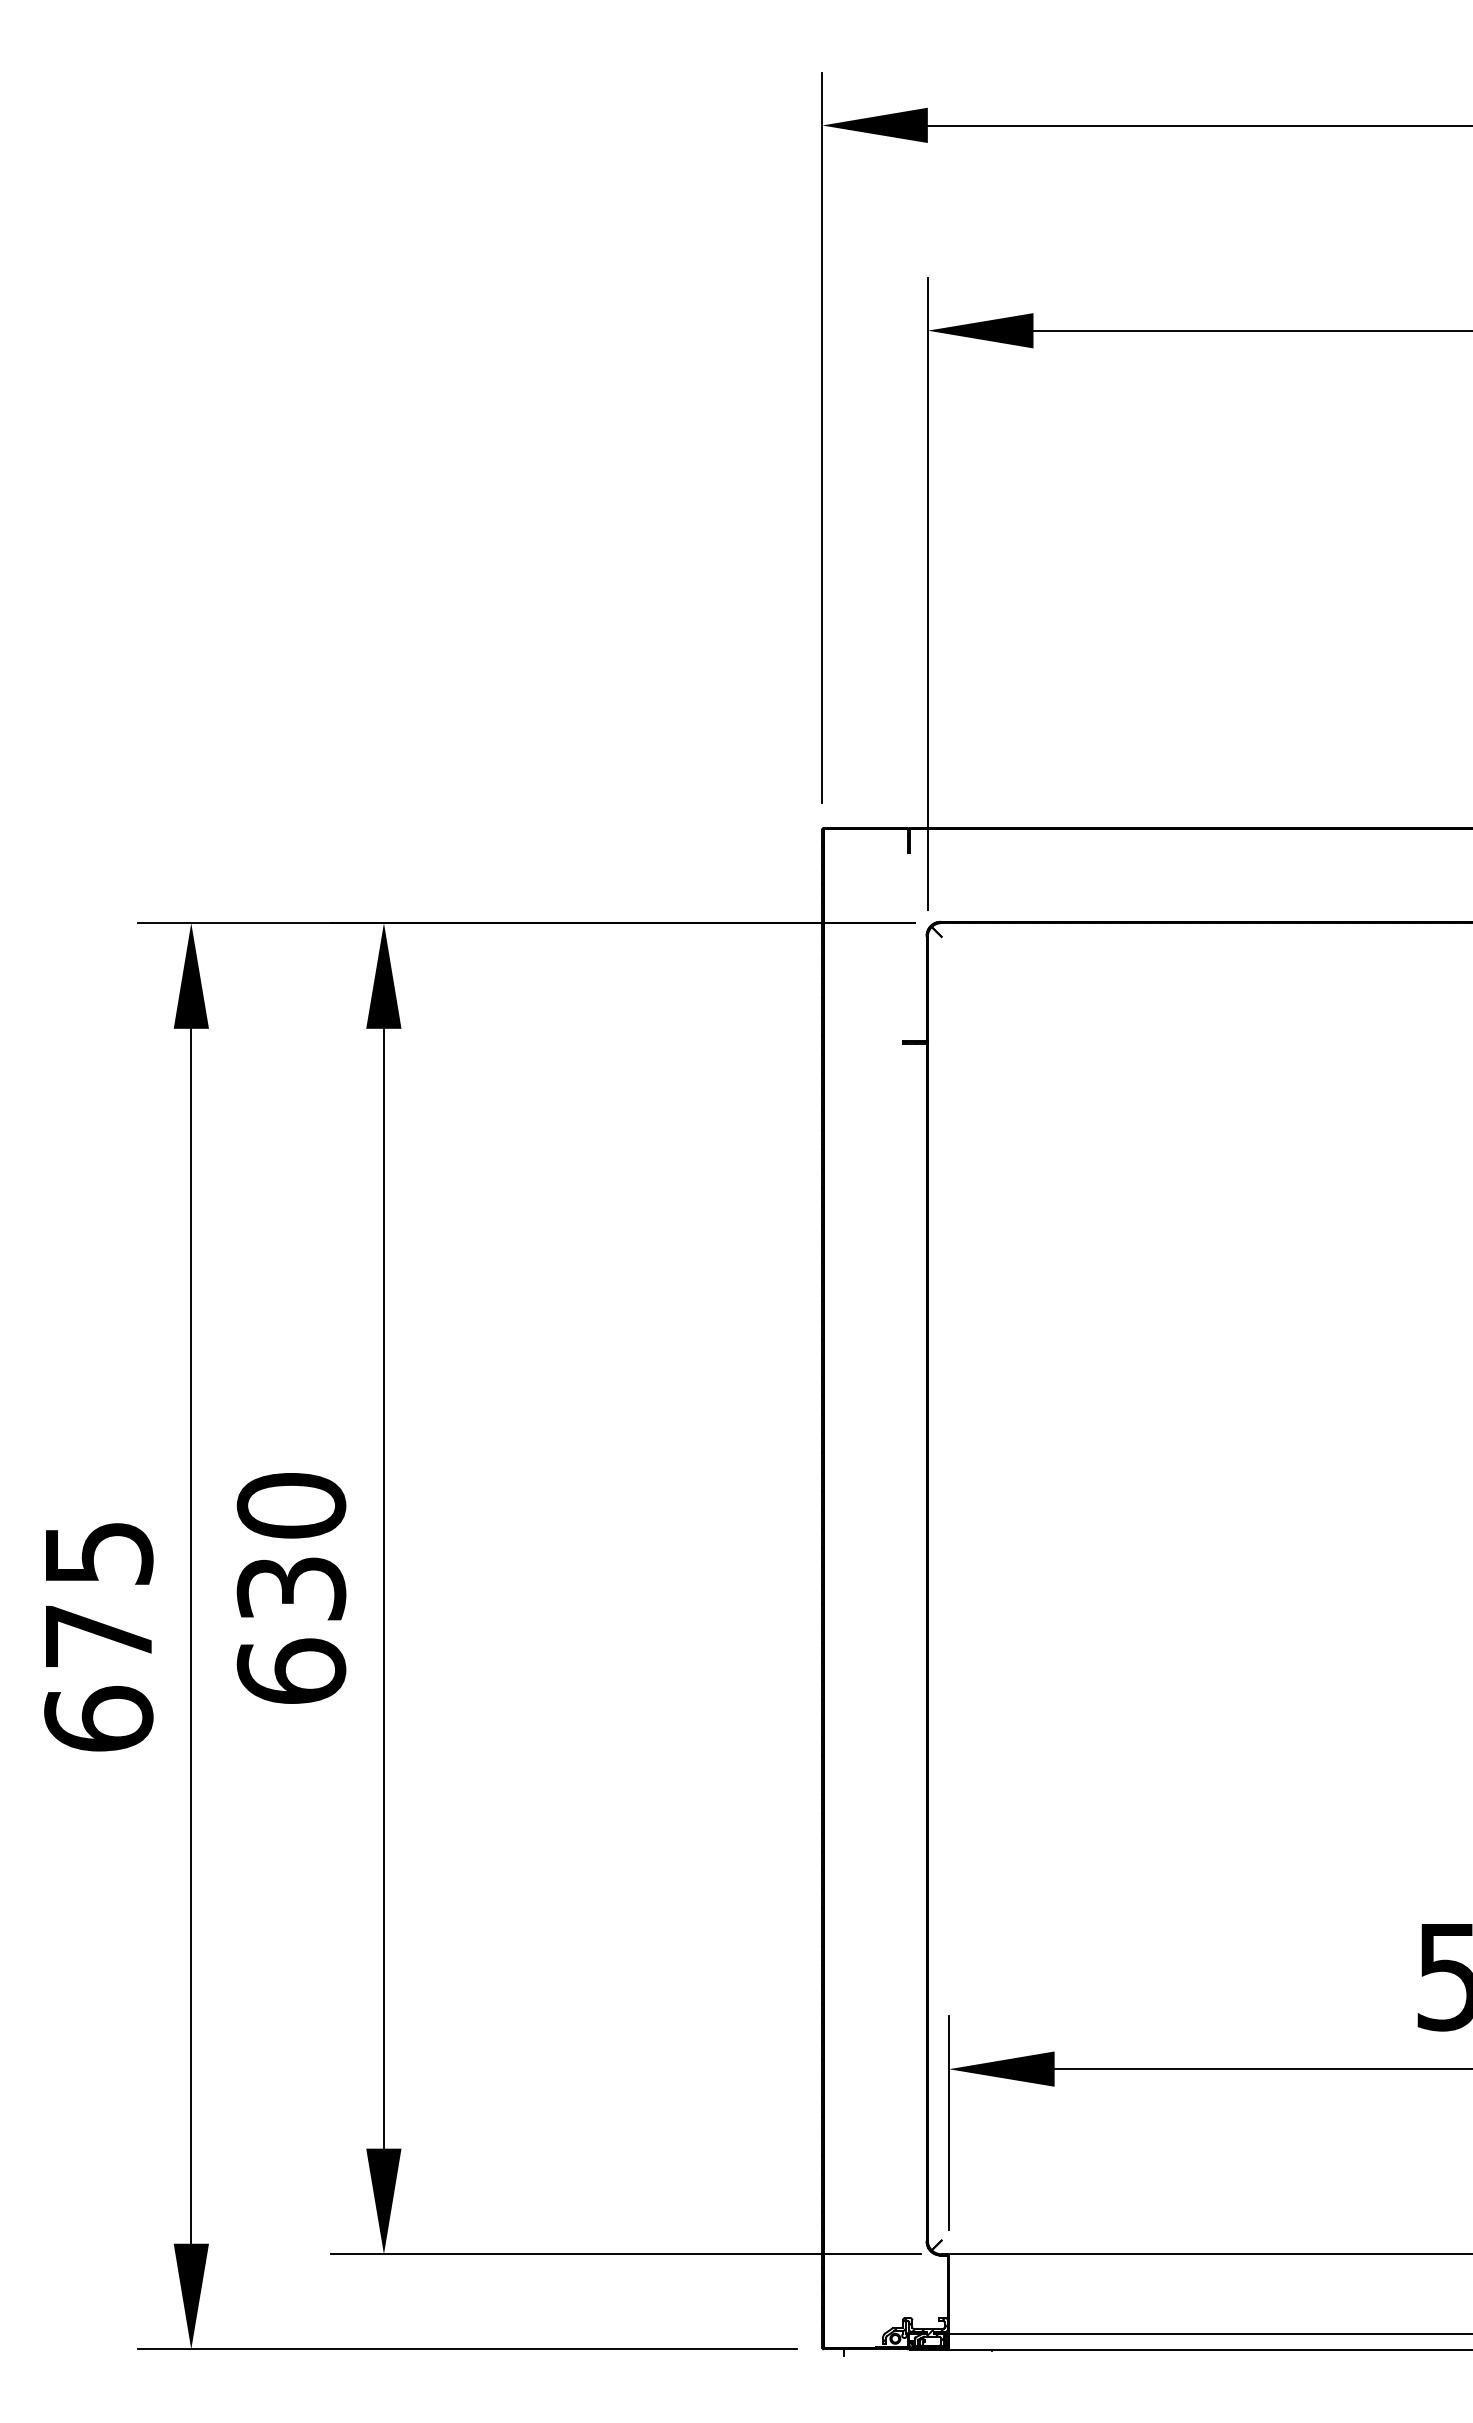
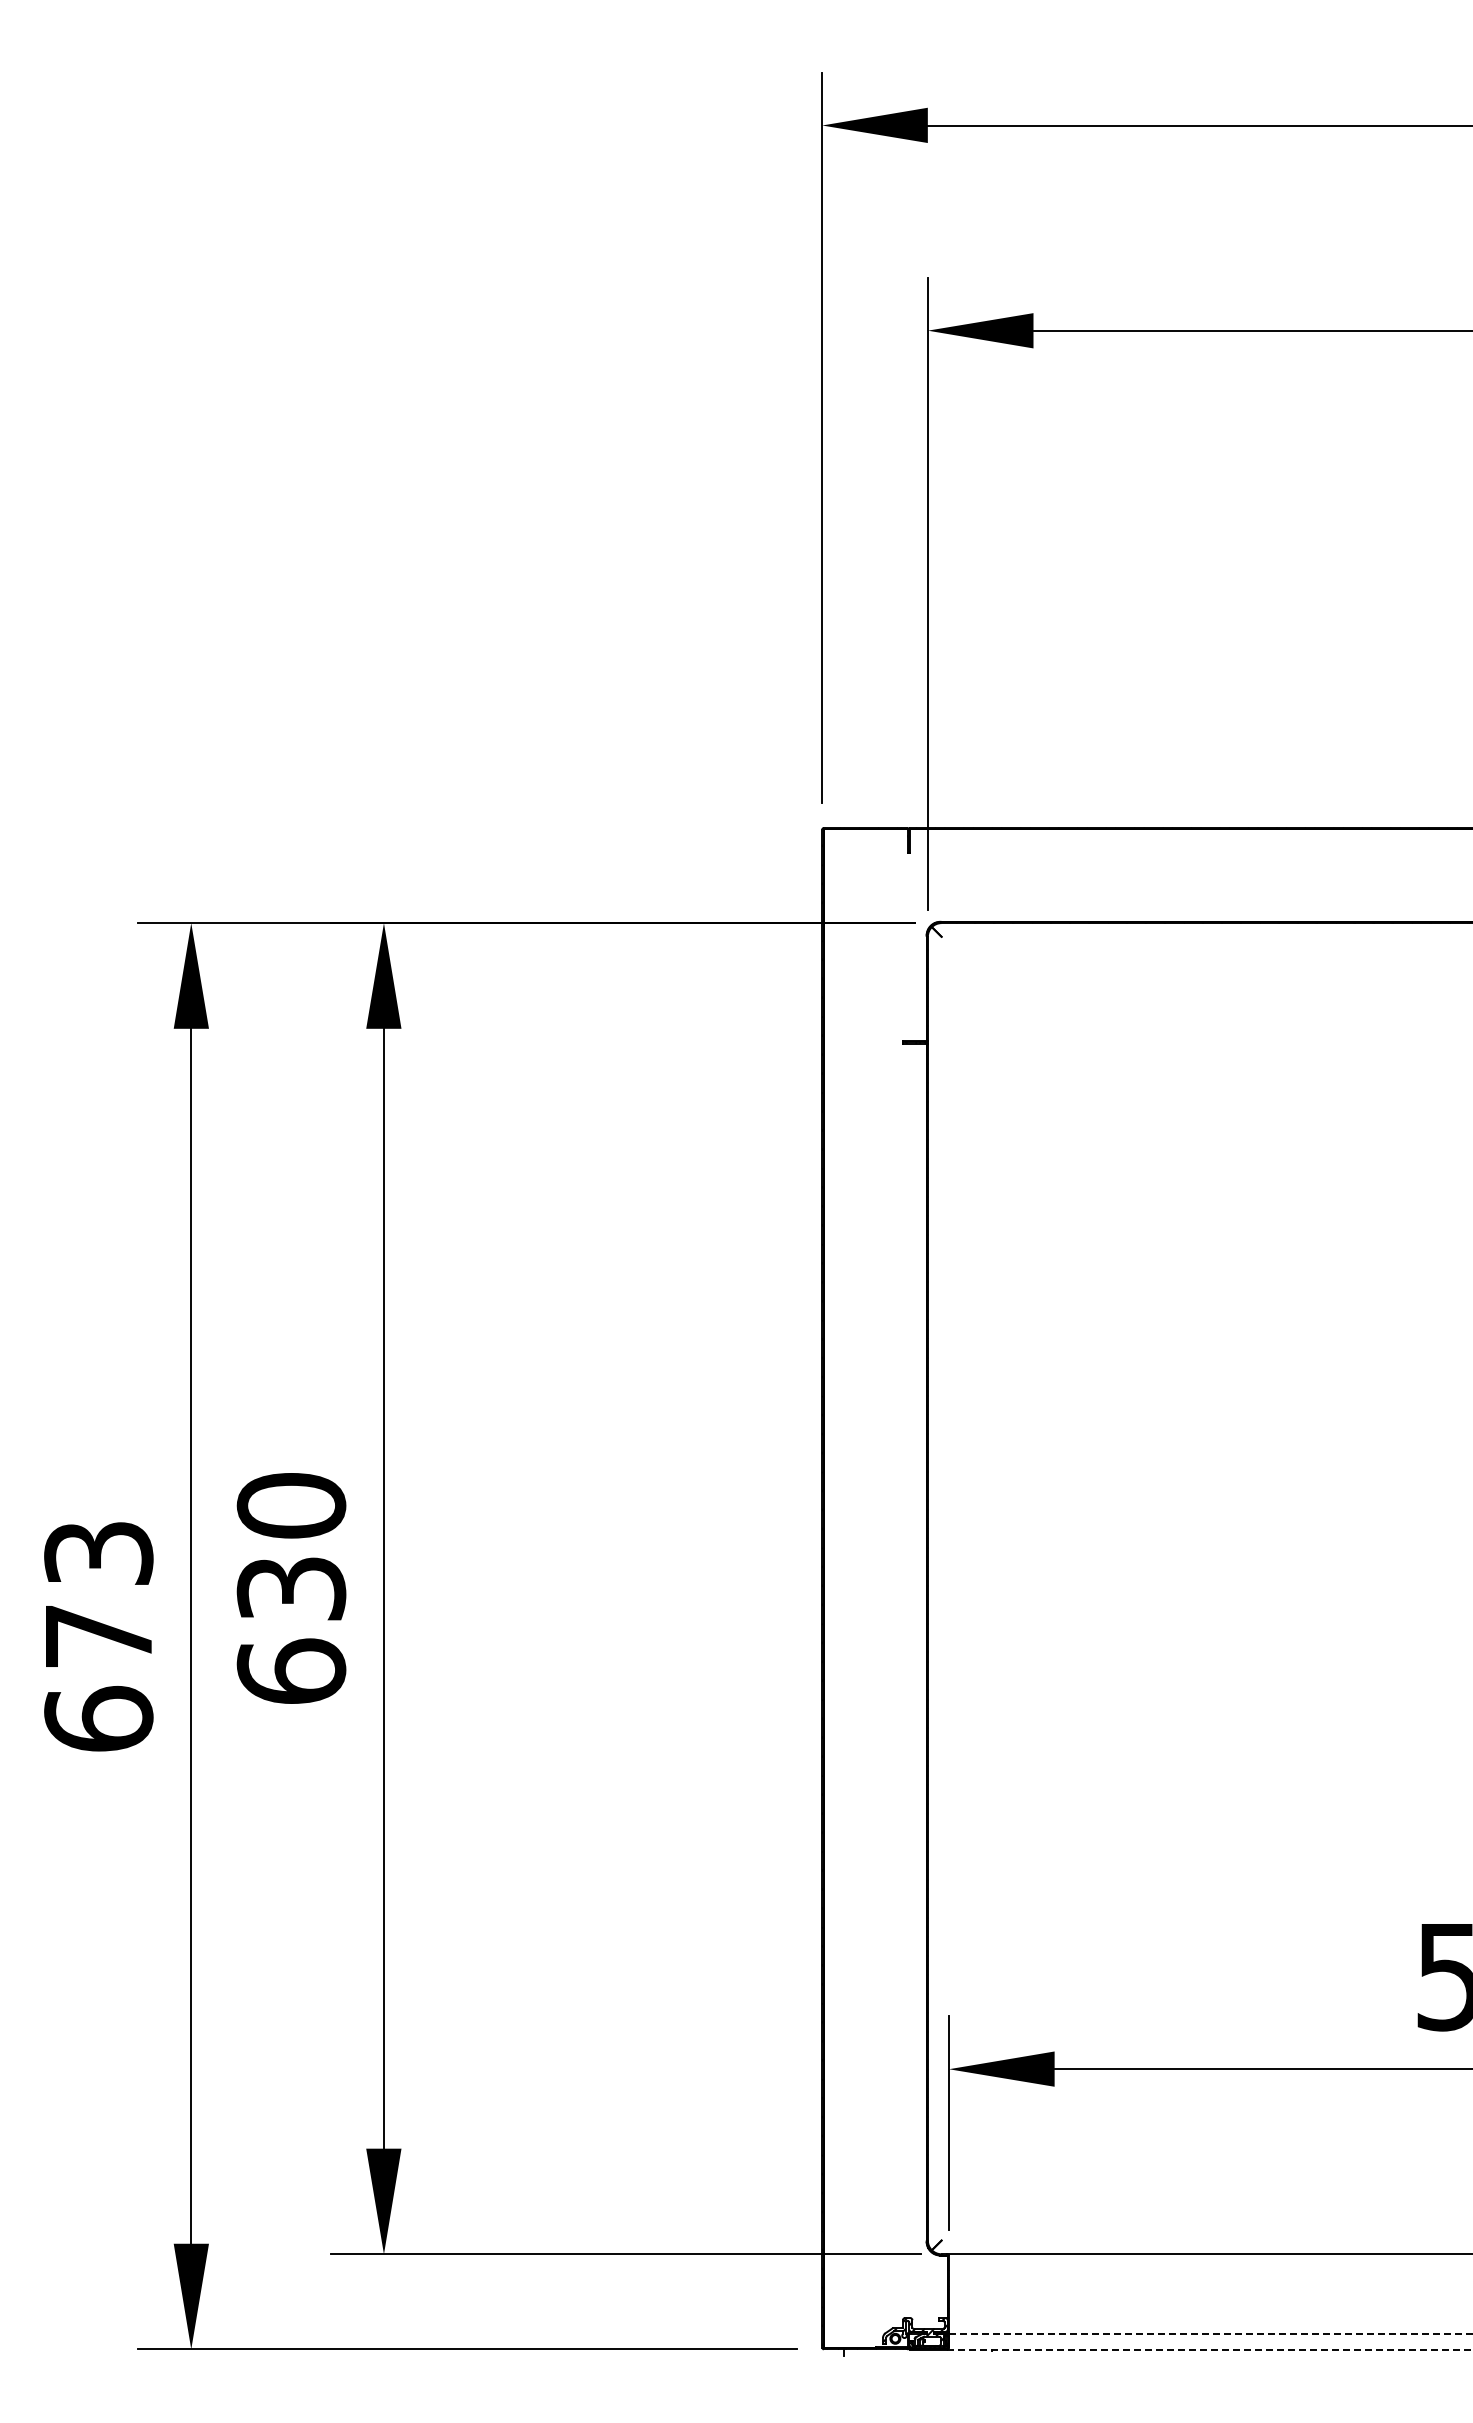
text at (98, 1553): 675 -> 673
line at (1210, 2333): solid -> dashed
line at (1209, 2349): solid -> dashed
